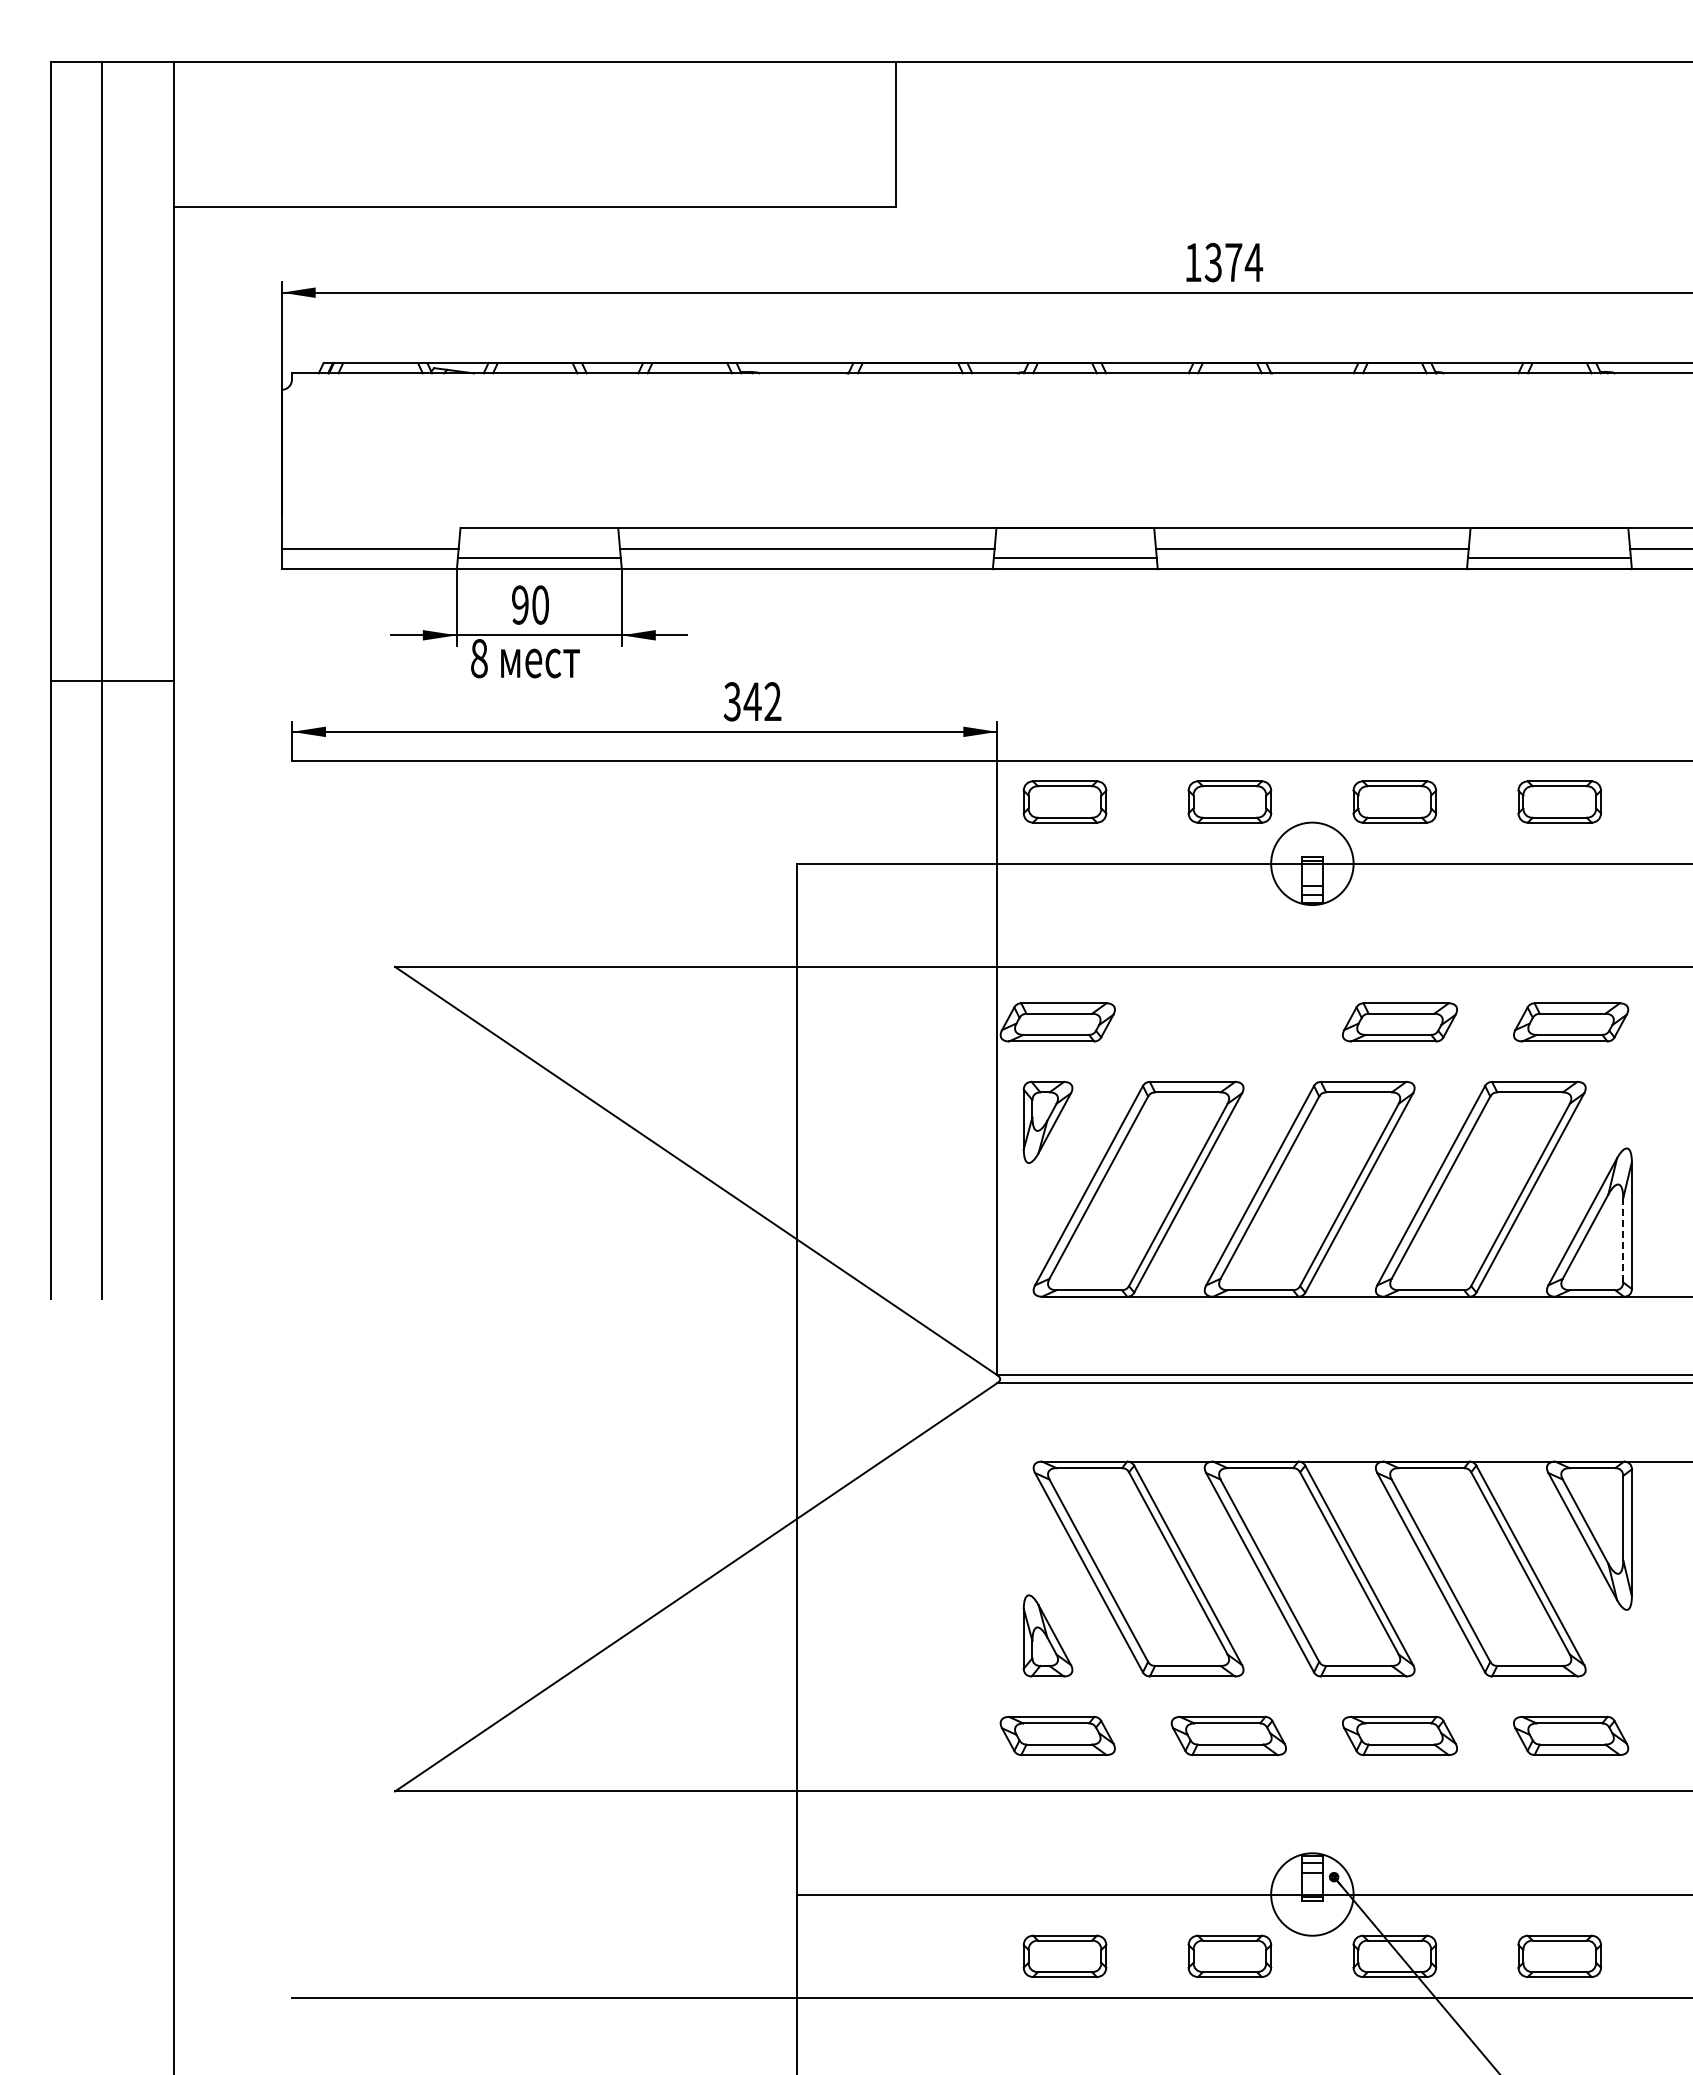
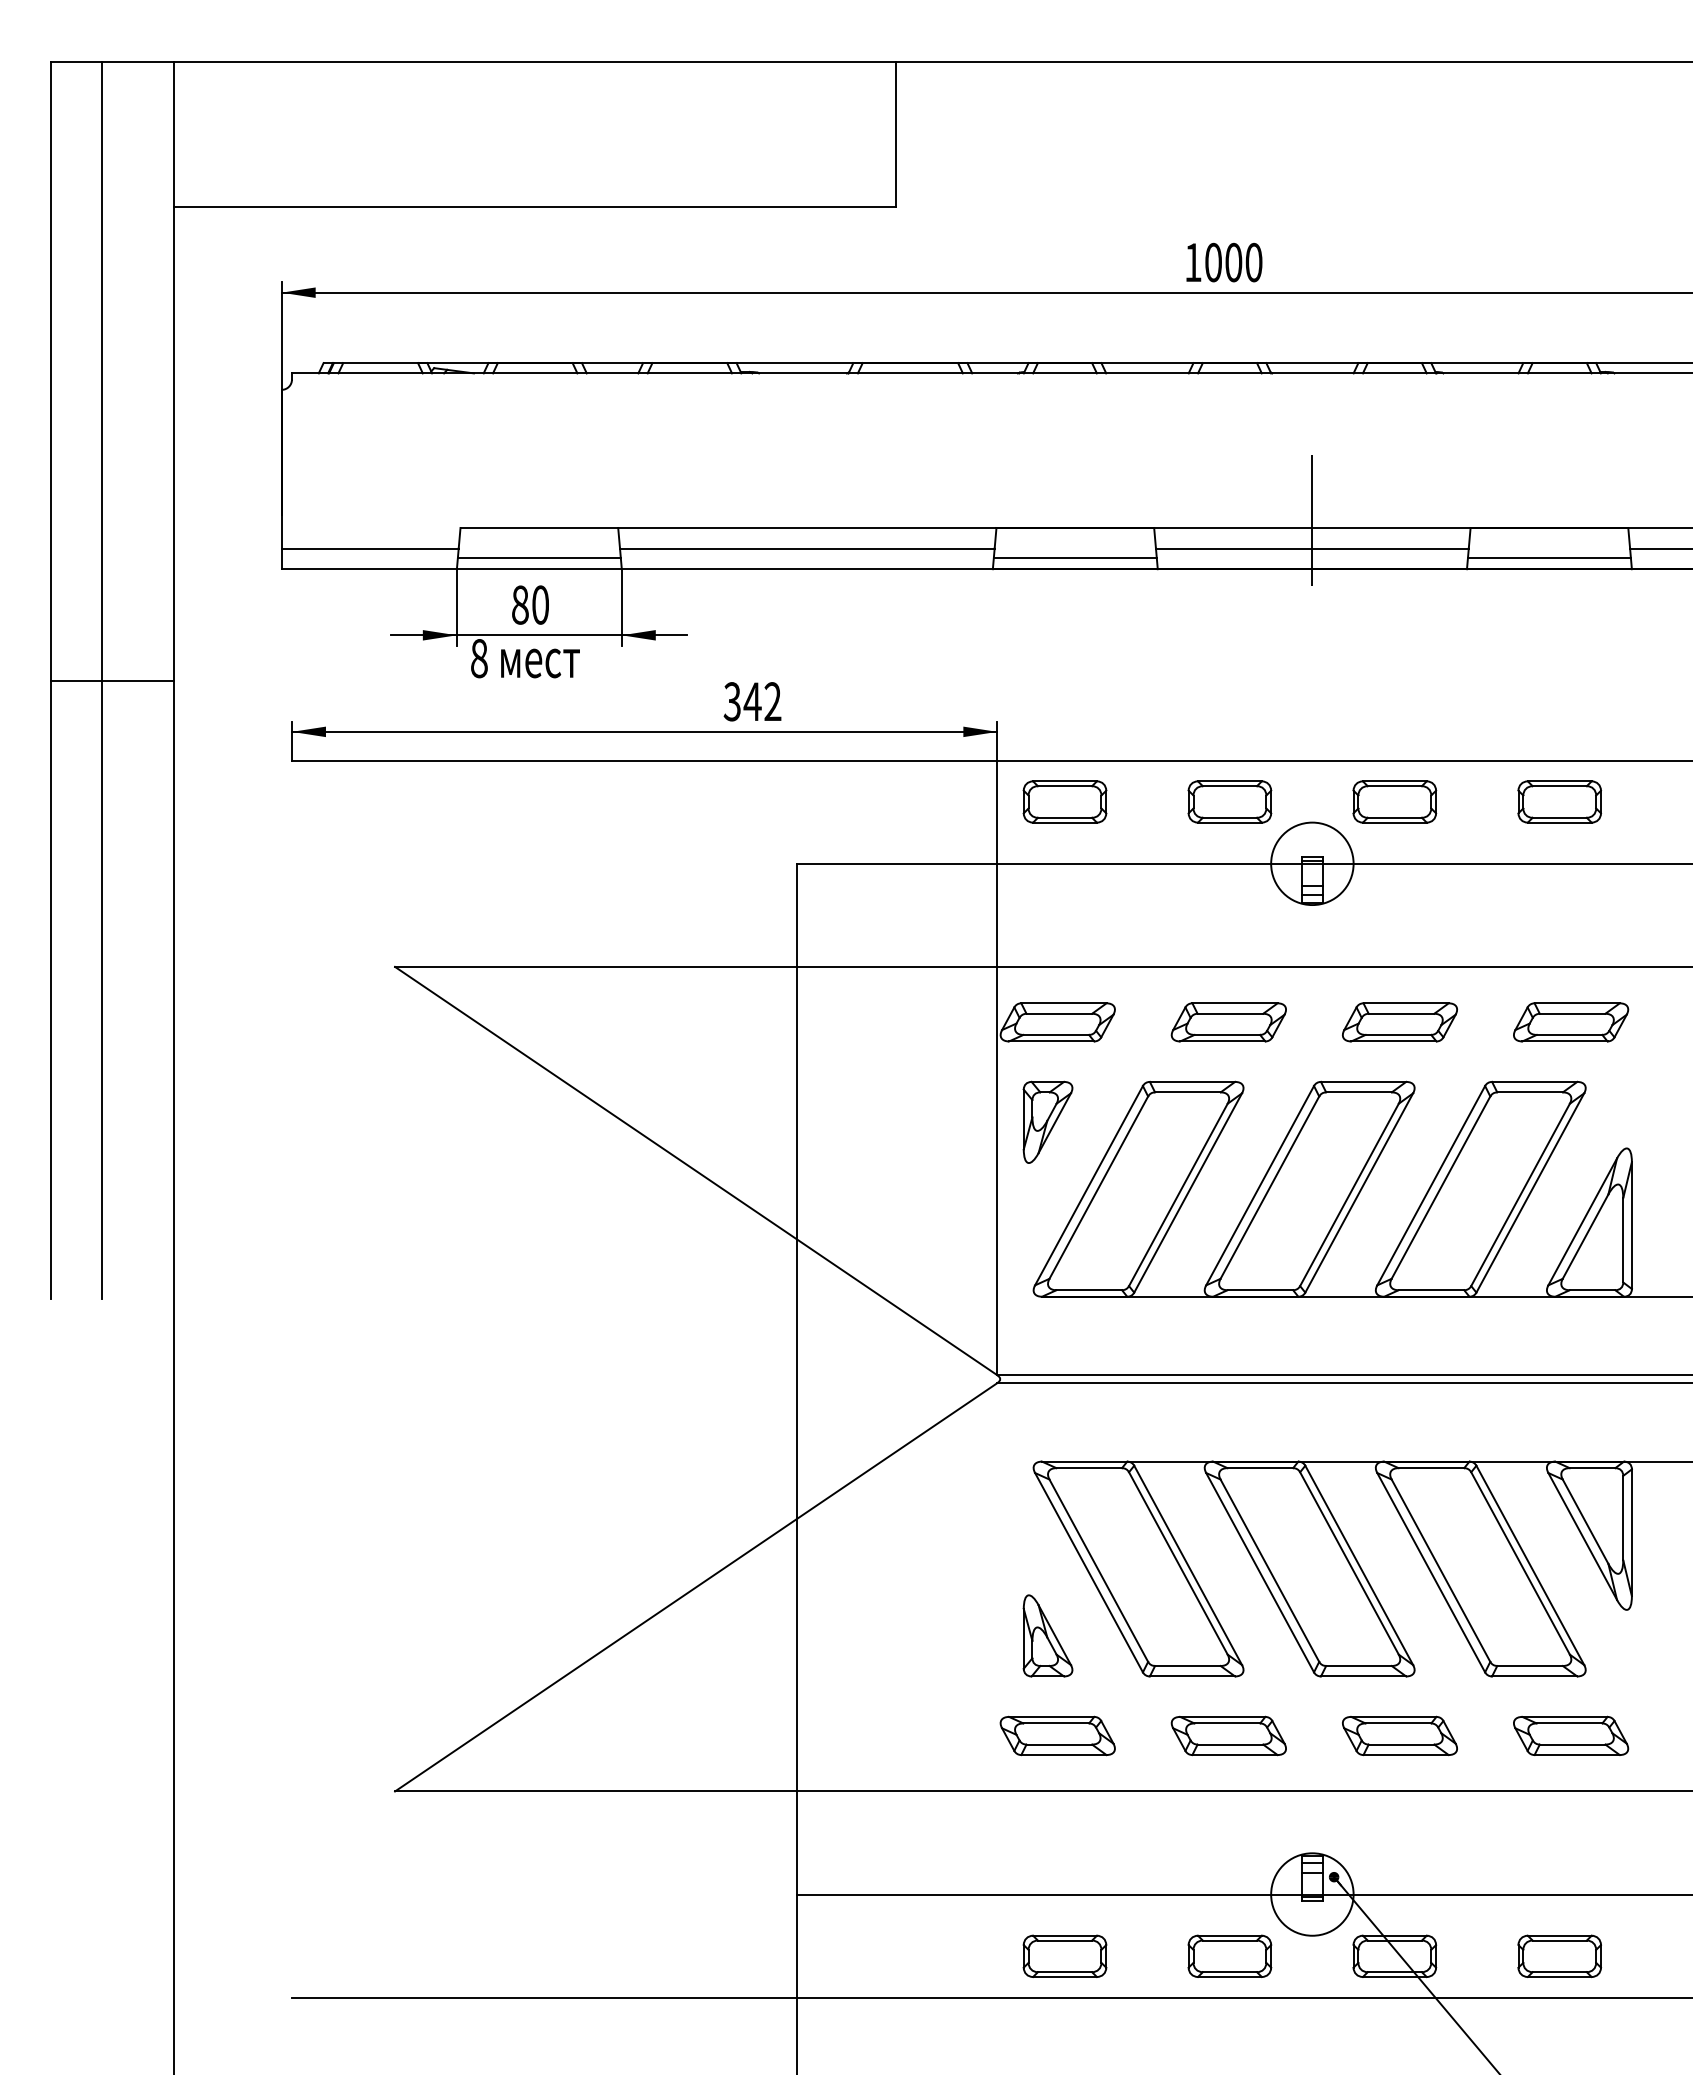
text at (1233, 262): 1374 -> 1000
line at (1312, 513): none -> present
text at (520, 604): 90 -> 80
part at (1228, 1022): none -> present
line at (1623, 1239): dashed -> solid
